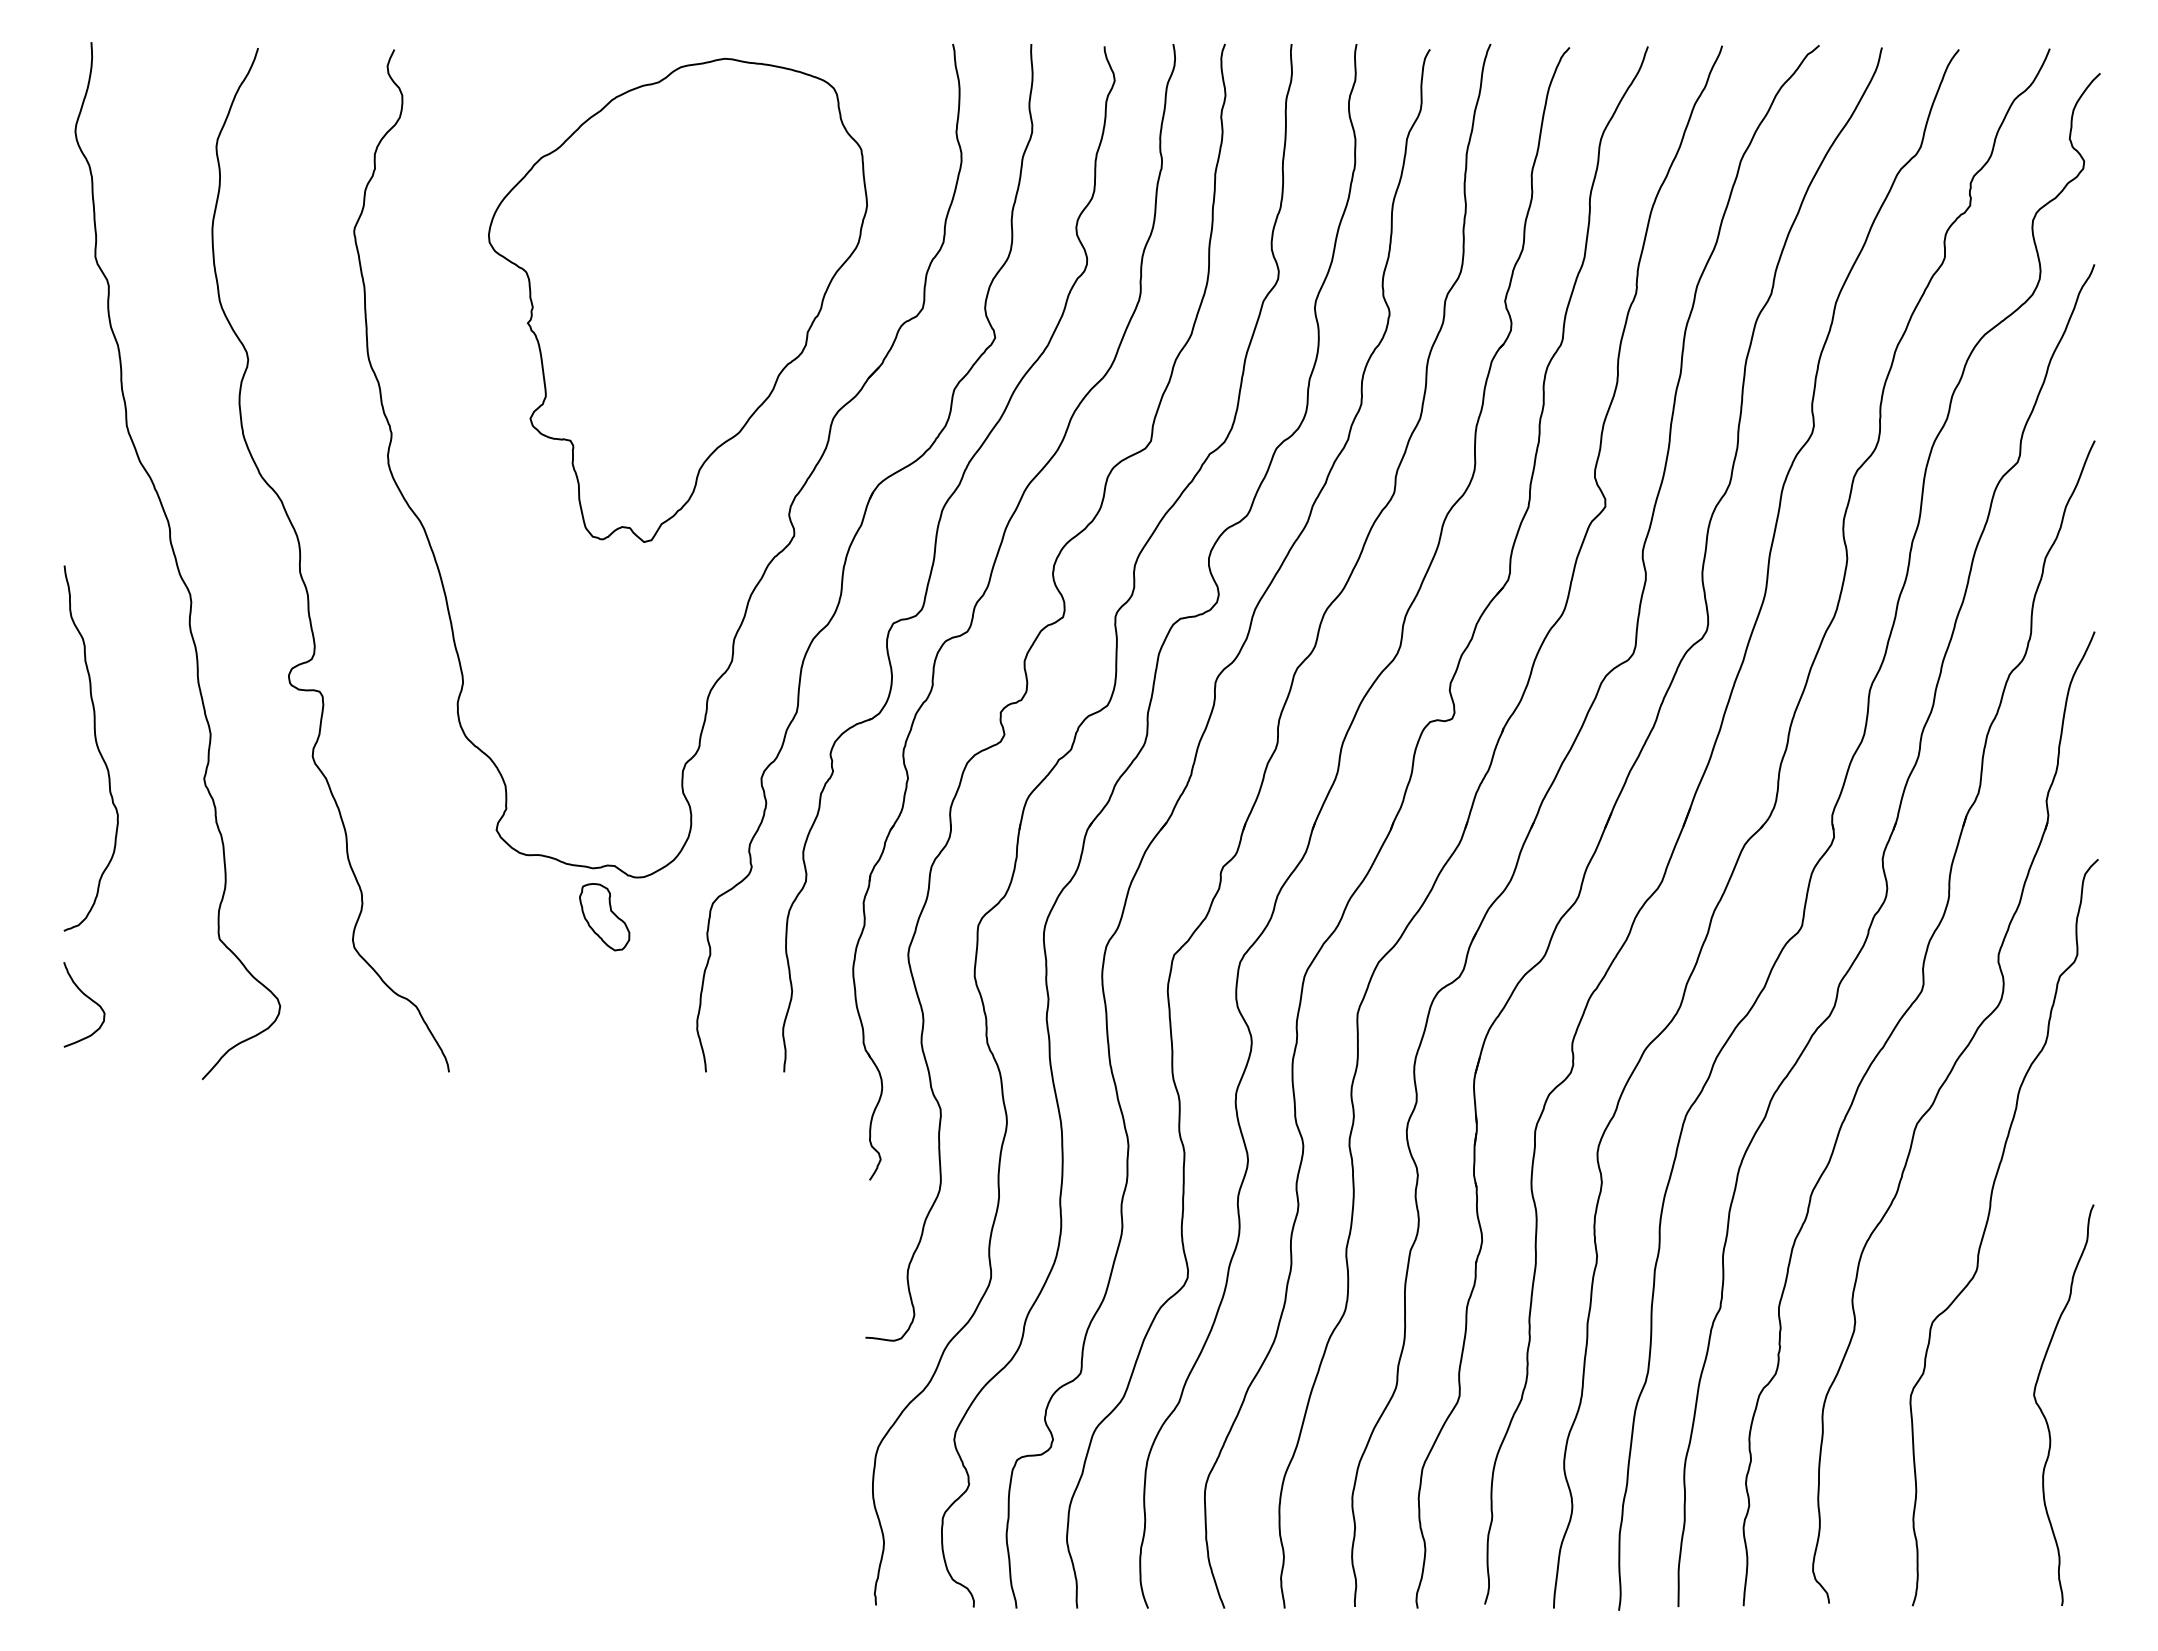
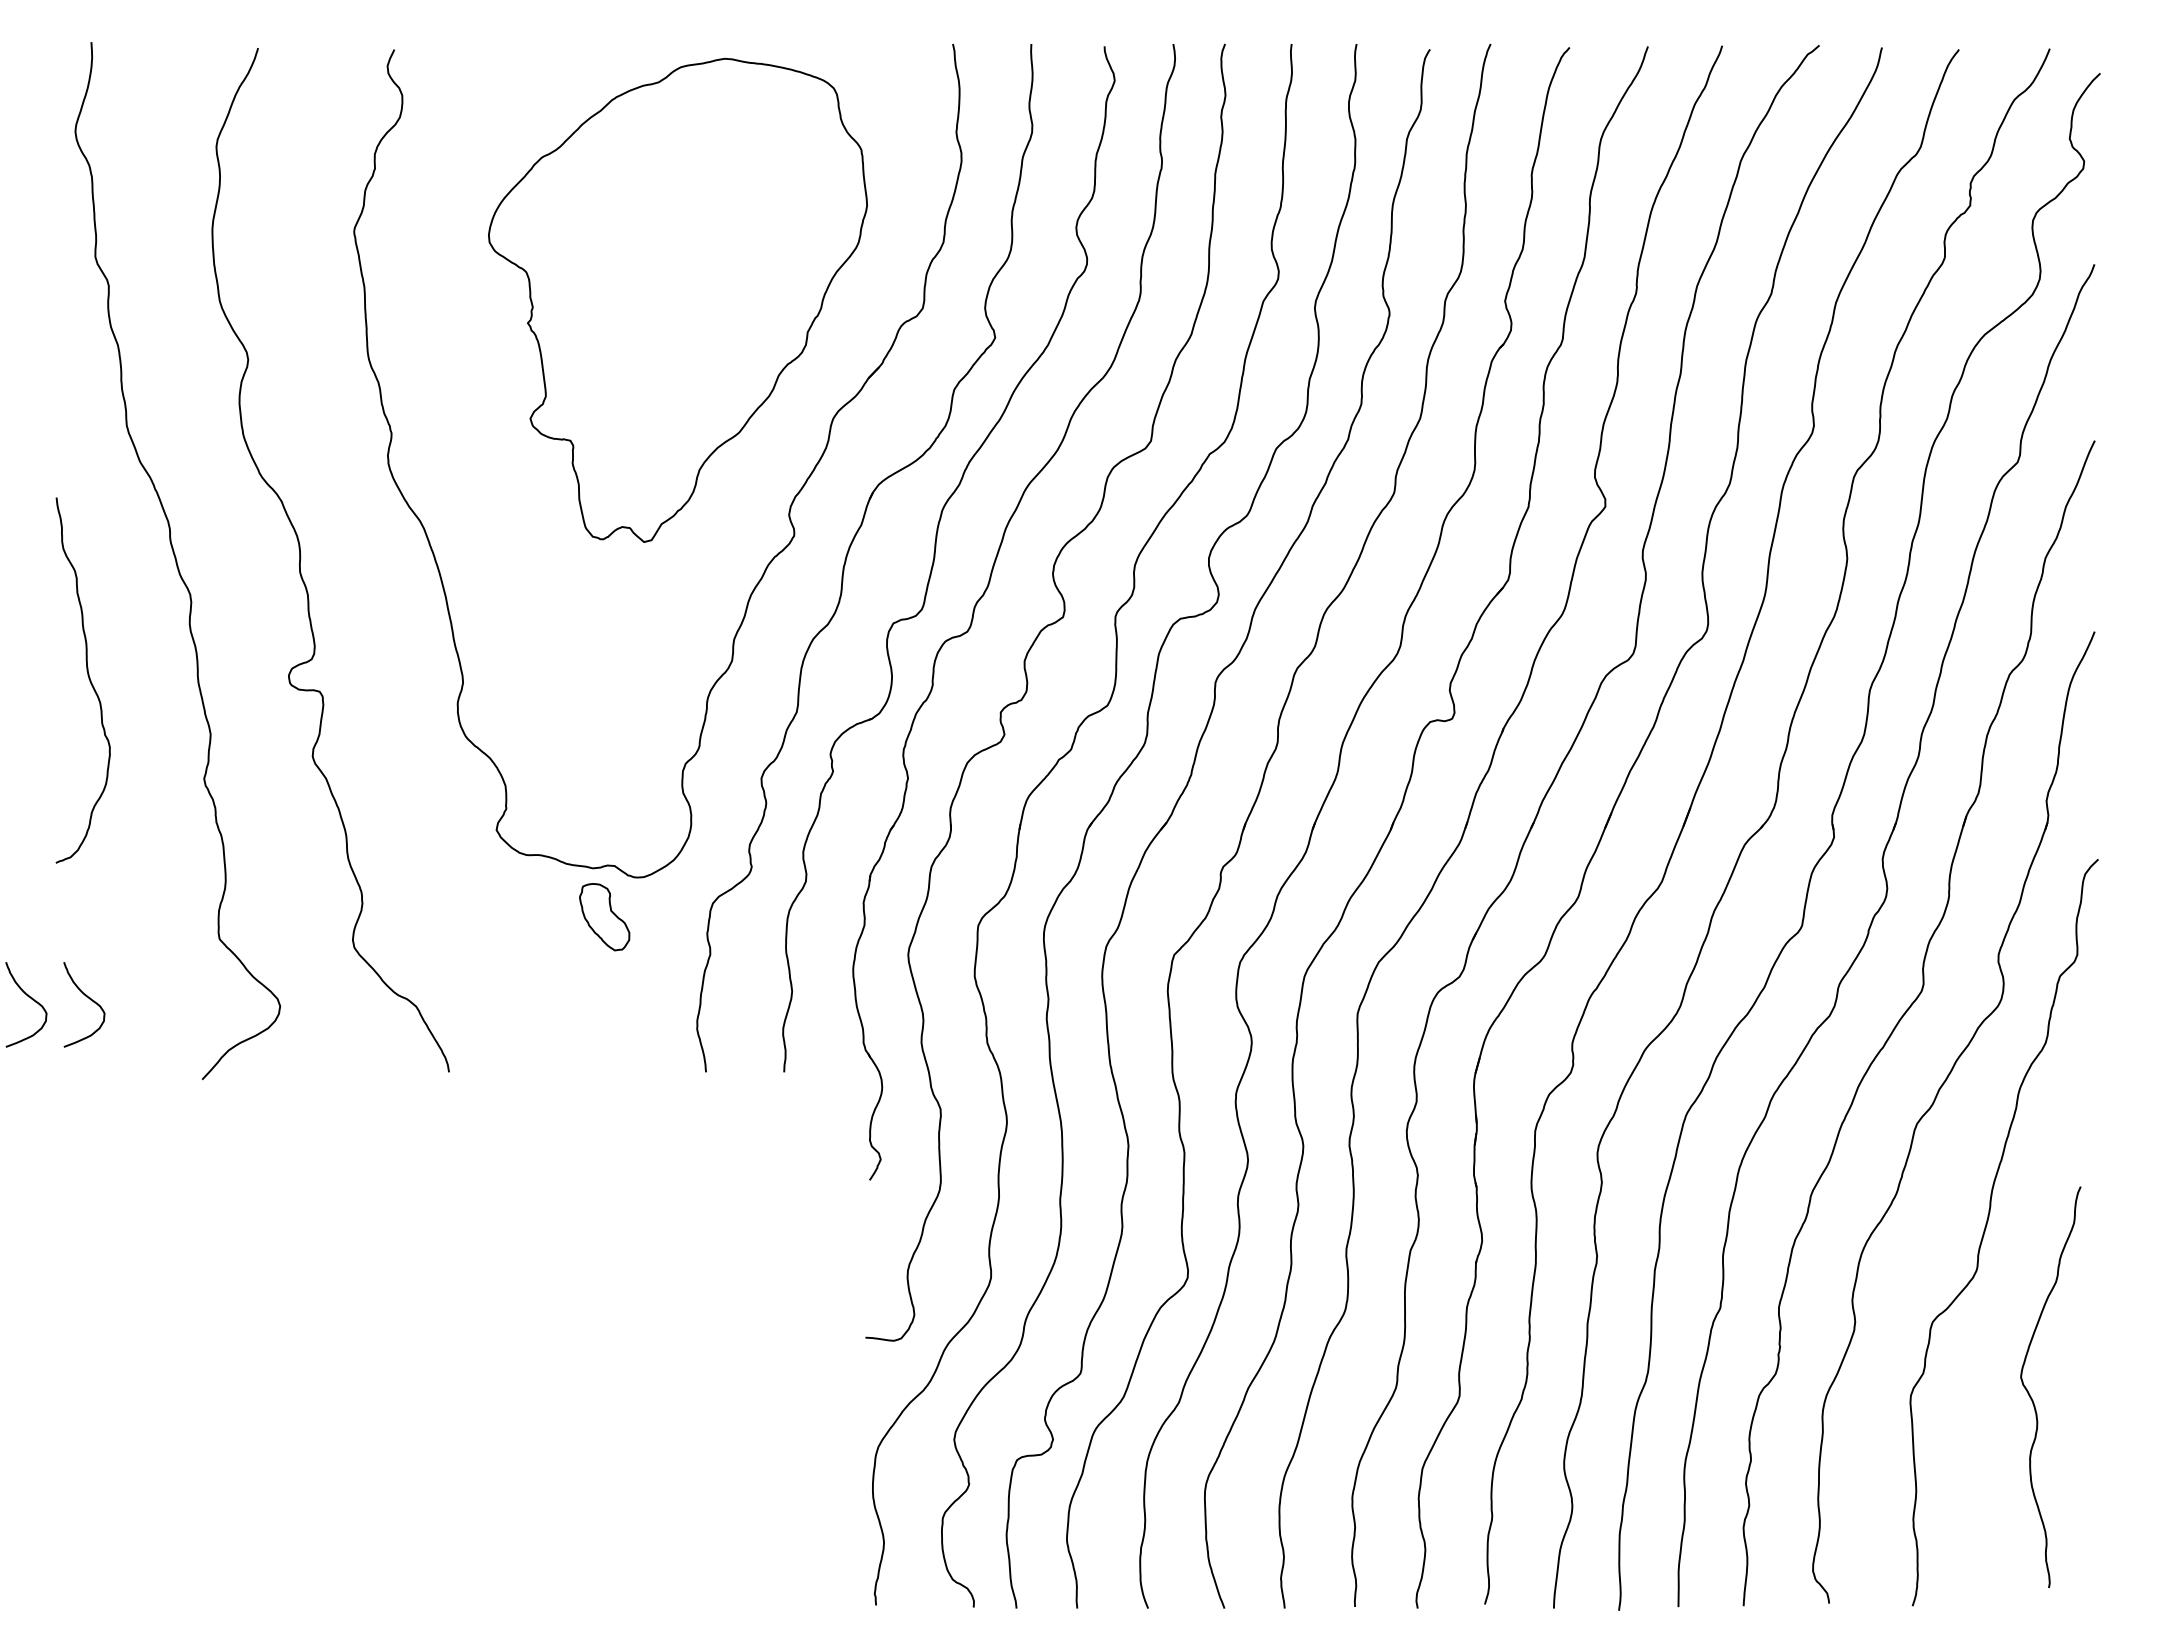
curve at (96, 746) position: (96, 746) -> (88, 678)
curve at (31, 999): none -> present
curve at (2044, 1414) position: (2044, 1414) -> (2031, 1396)
